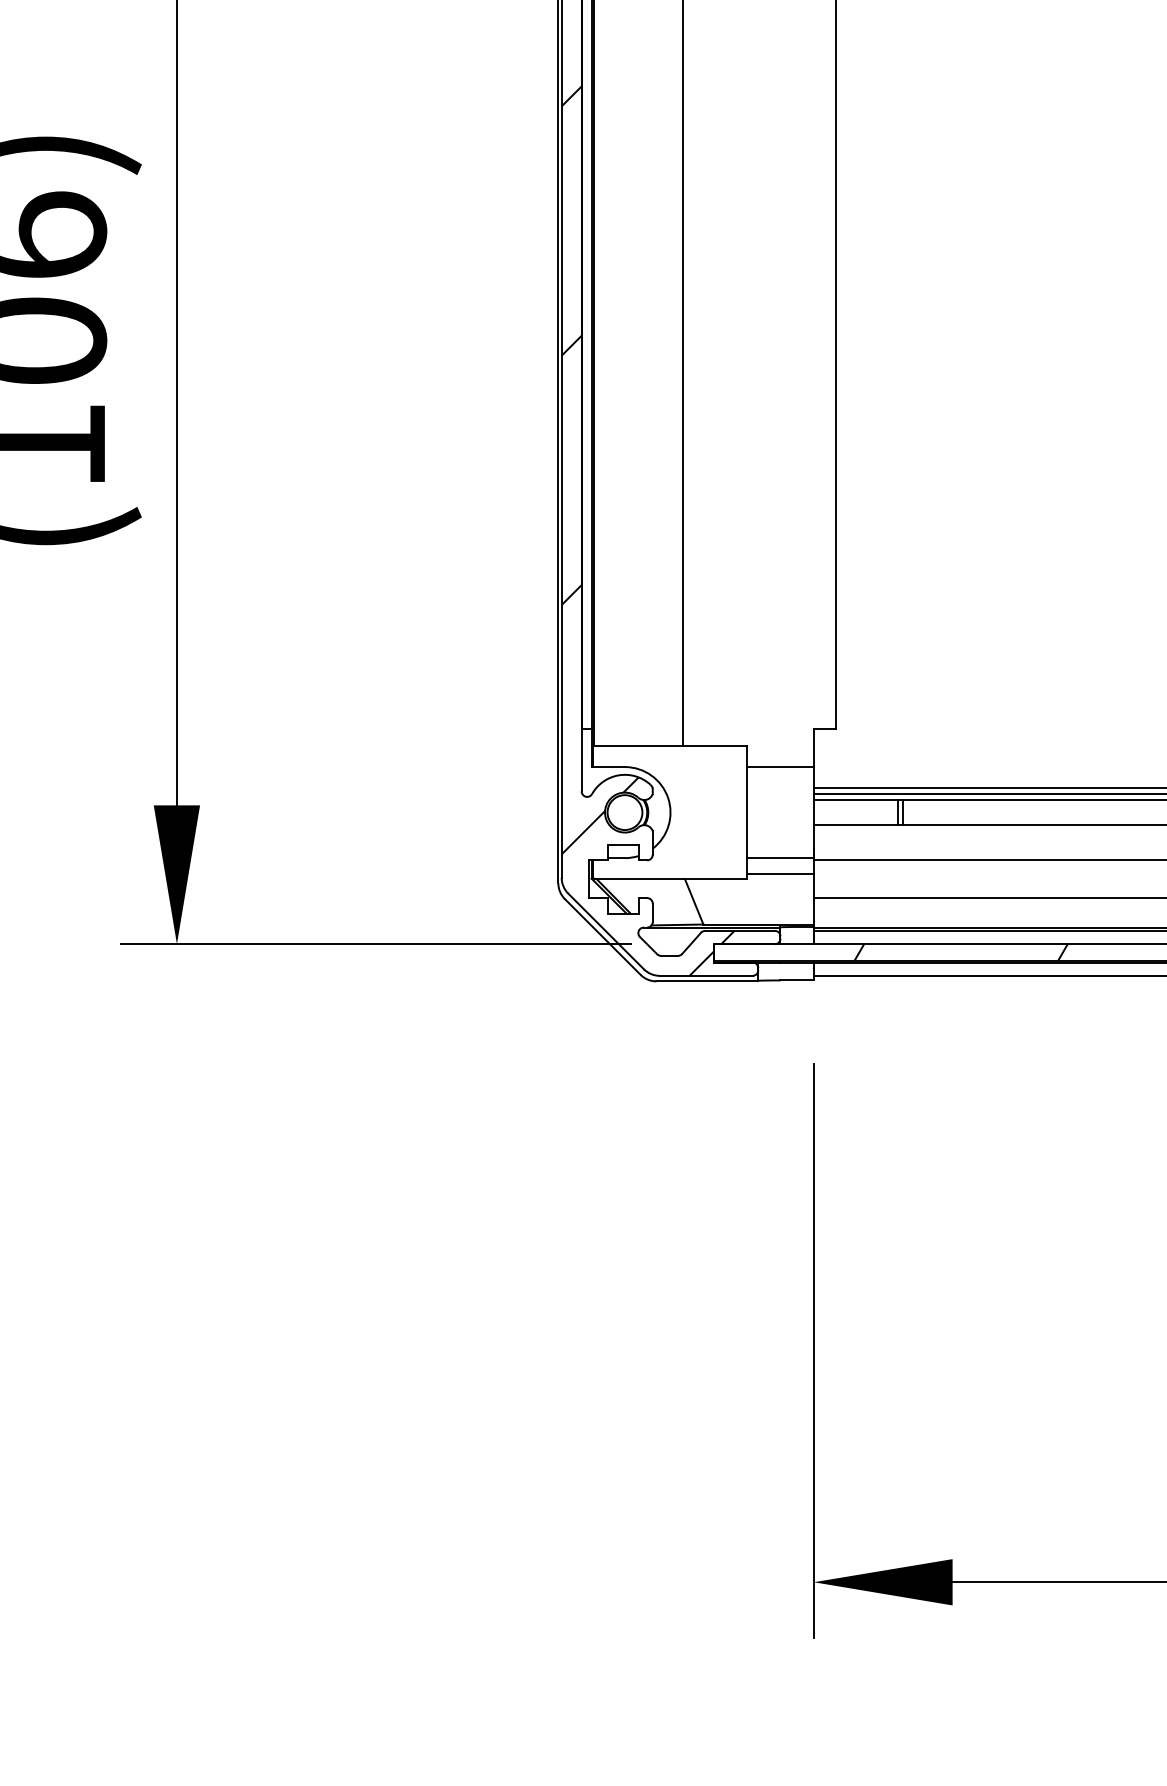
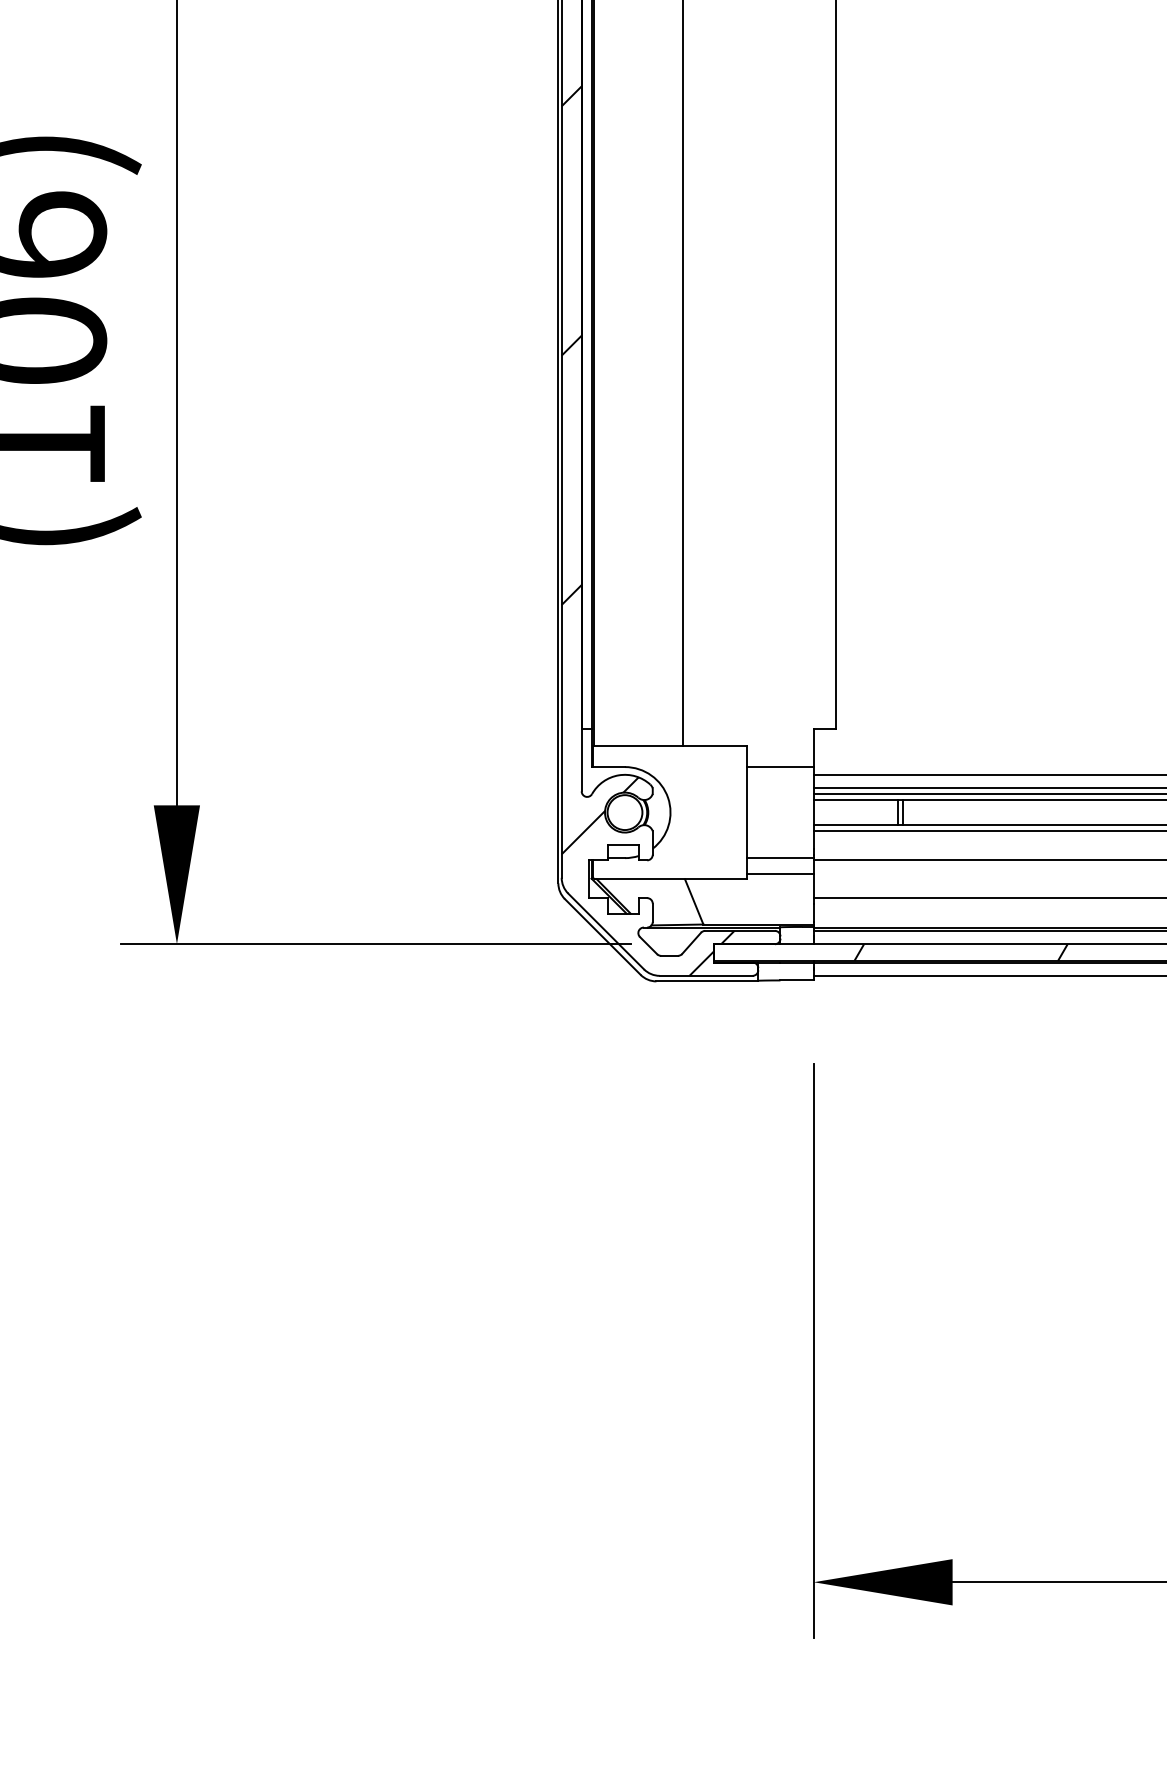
line at (988, 774): none -> present
line at (988, 831): none -> present
